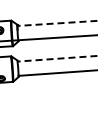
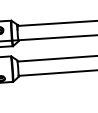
line at (57, 23): dashed -> solid
line at (57, 58): dashed -> solid
